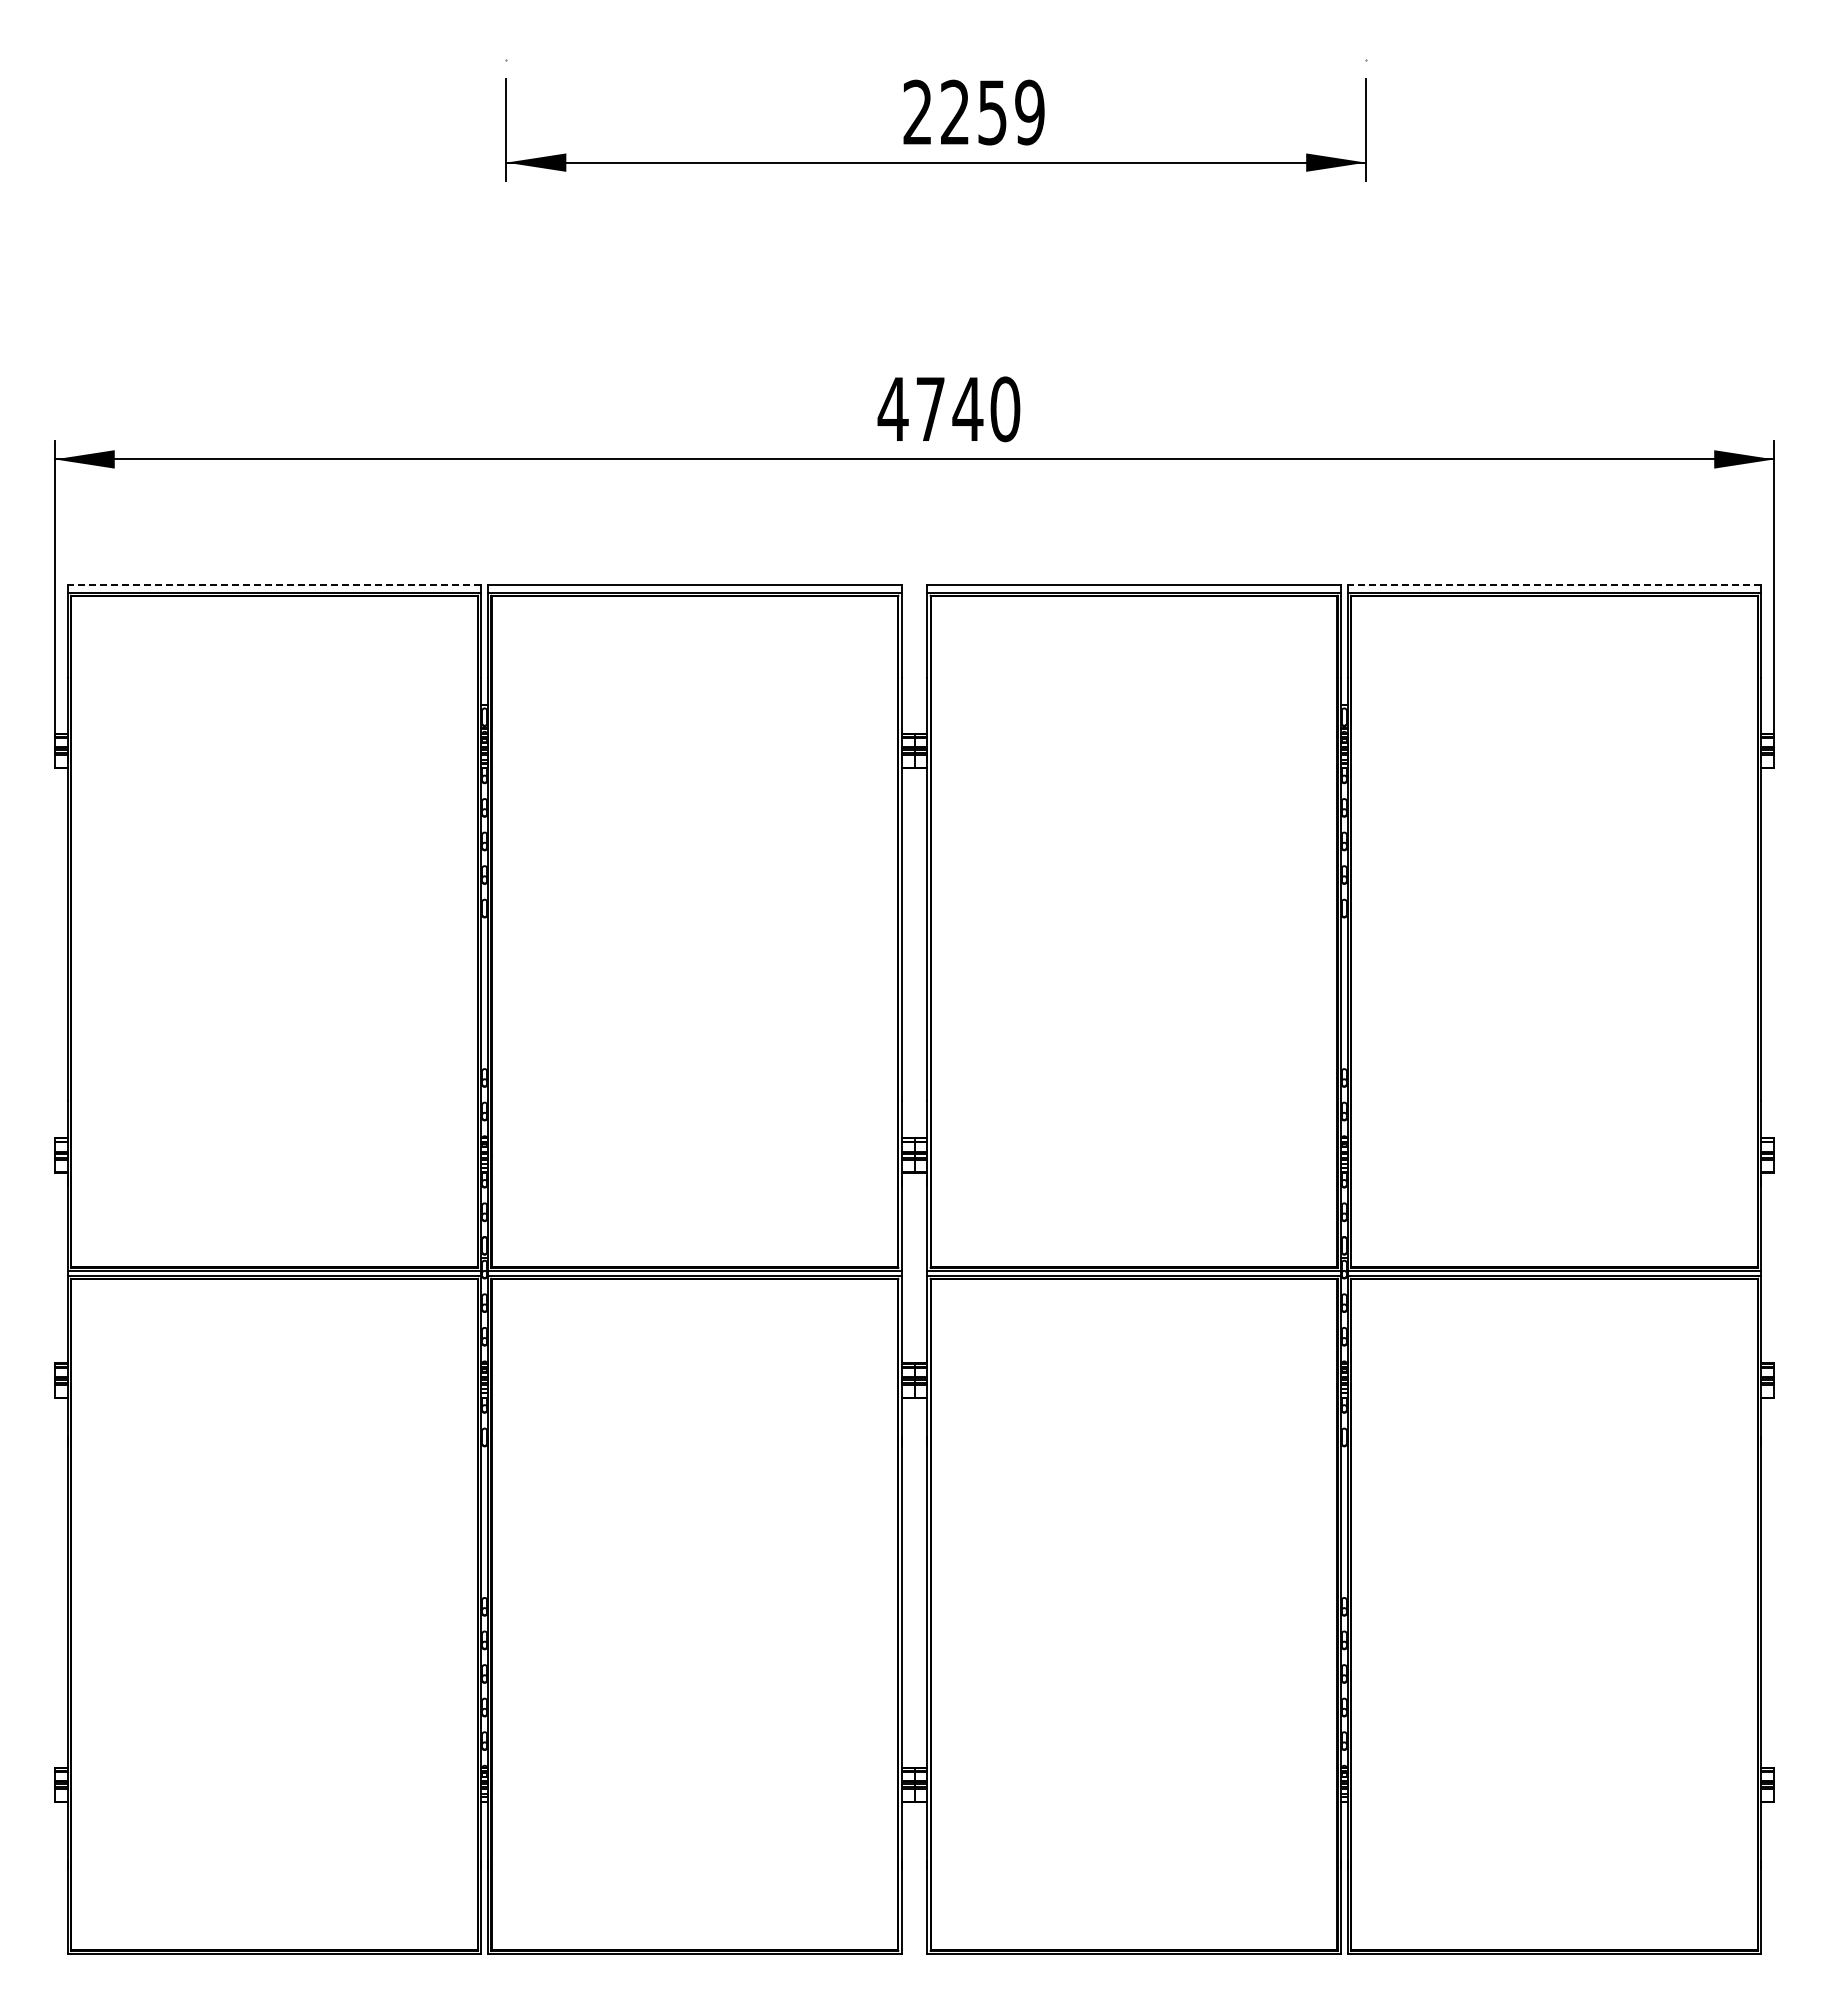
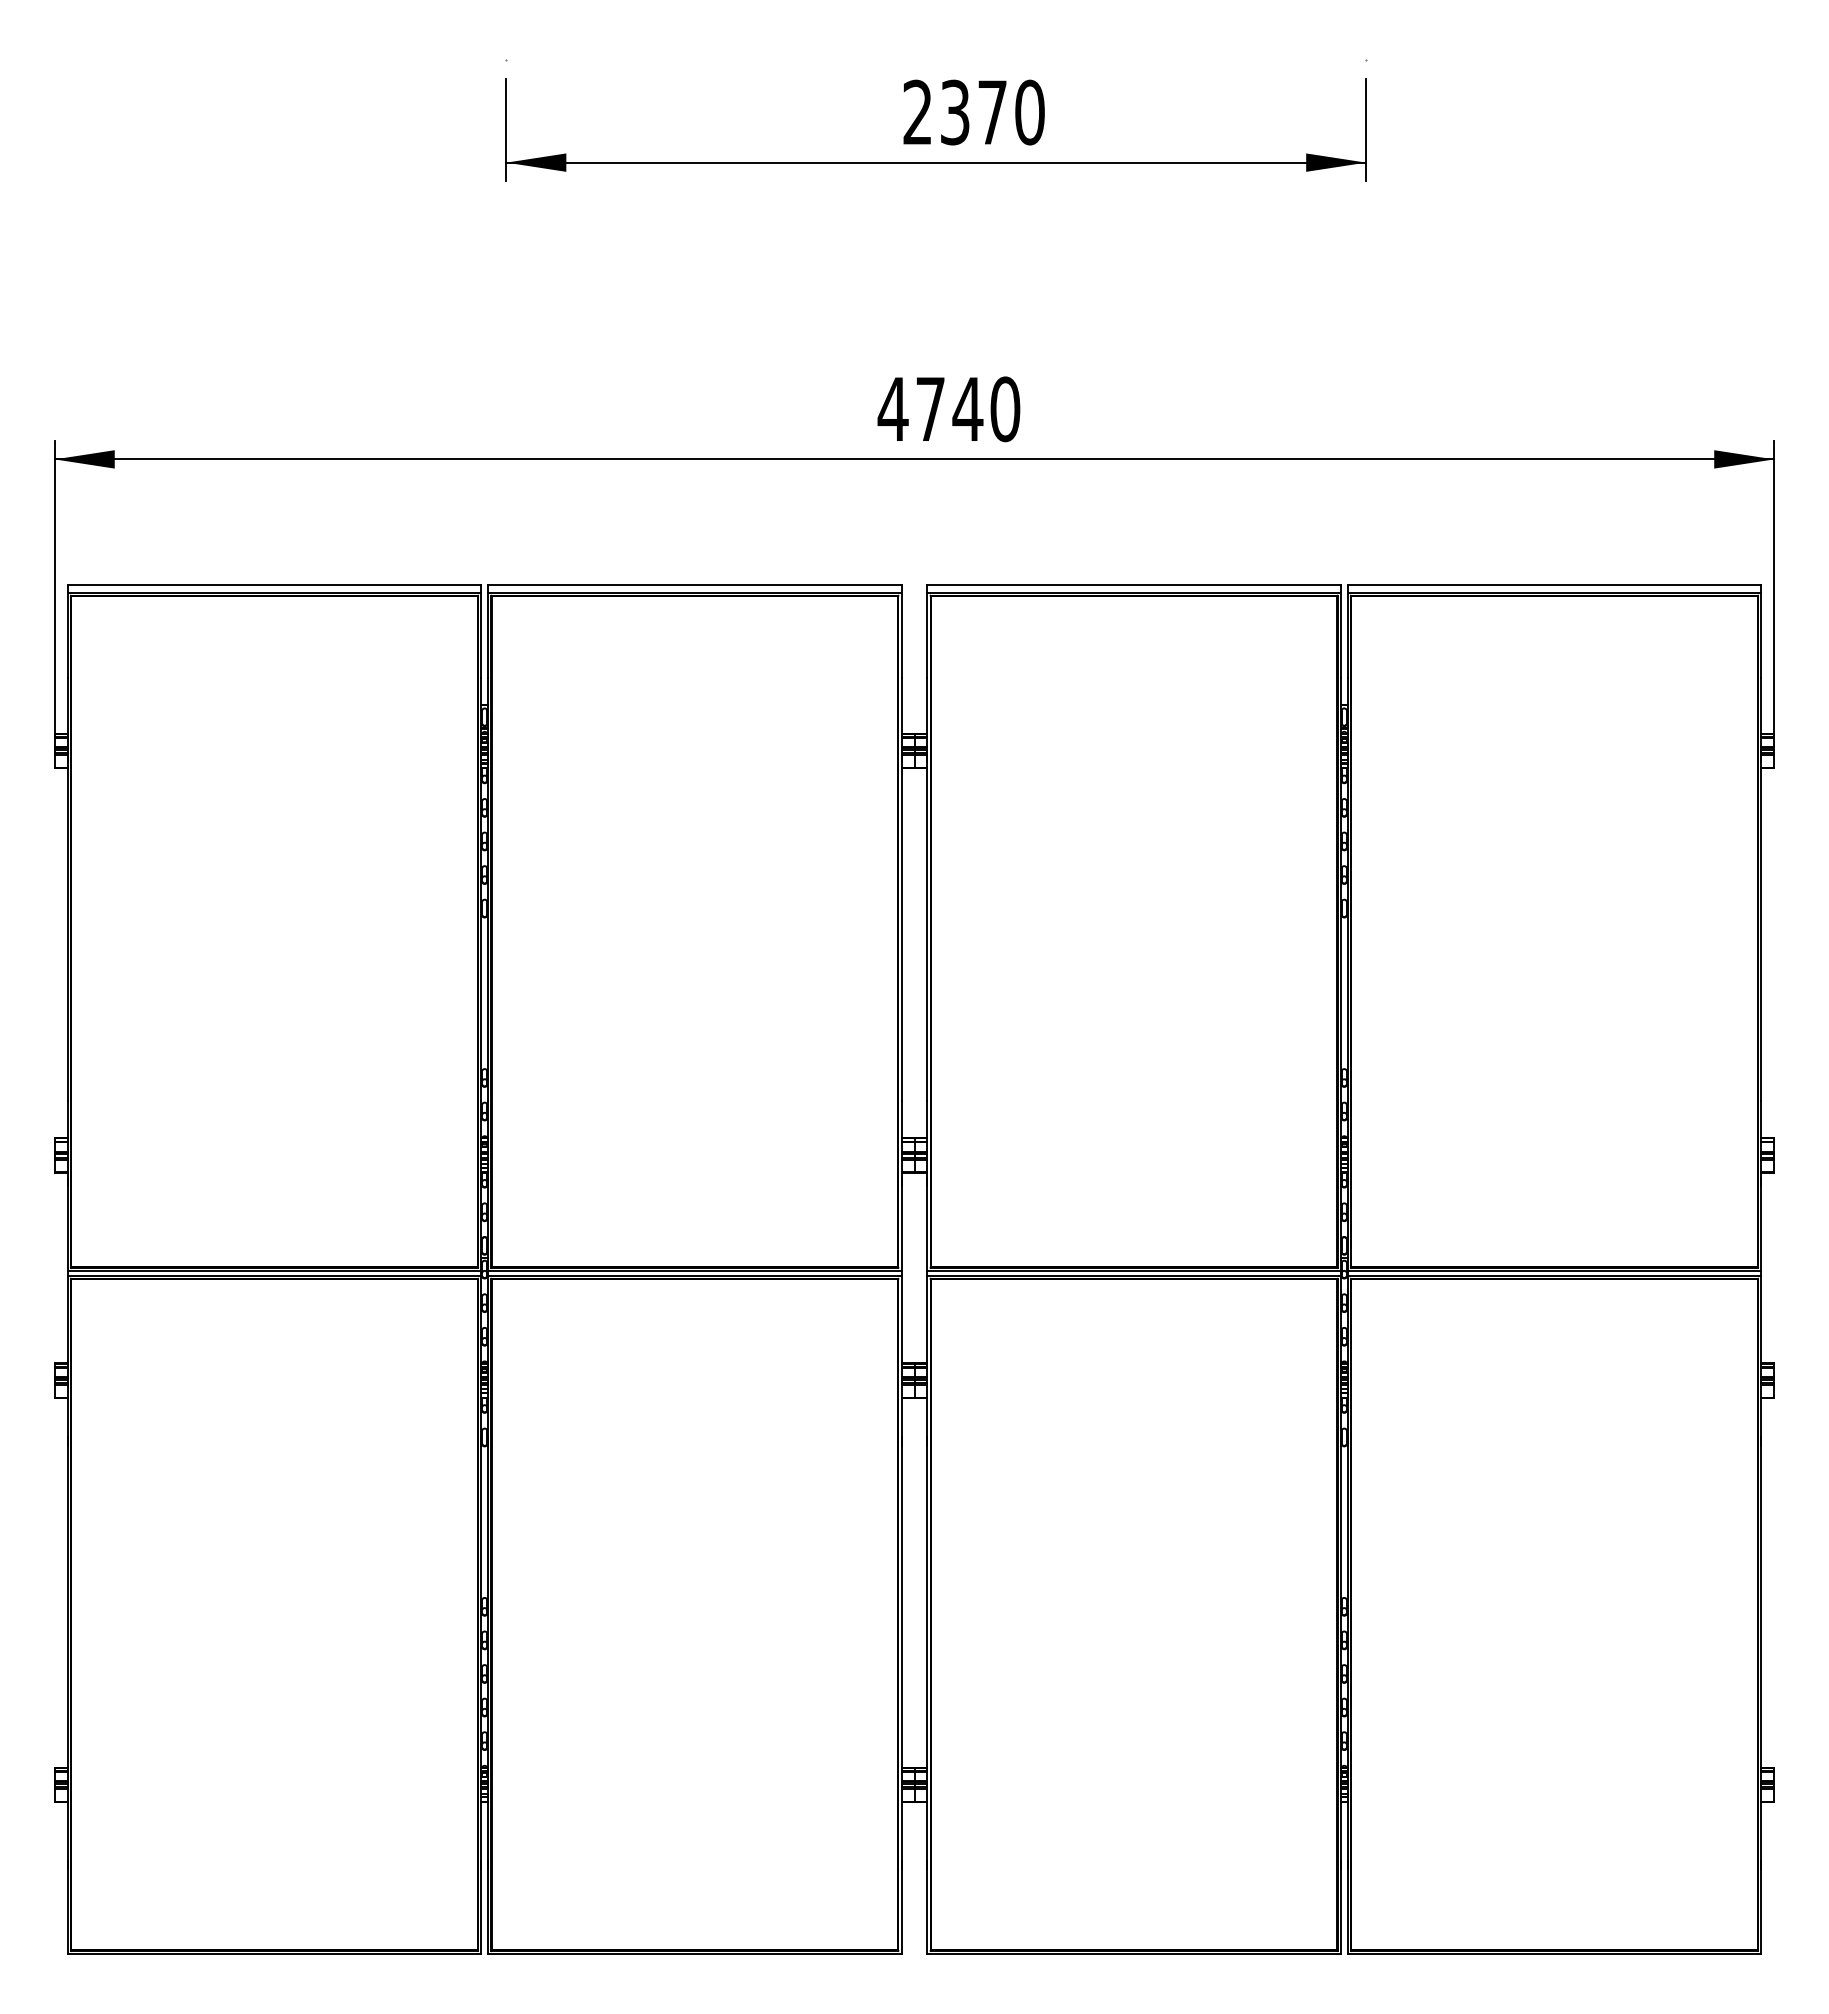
text at (992, 112): 2259 -> 2370
line at (274, 584): dashed -> solid
line at (1554, 584): dashed -> solid
